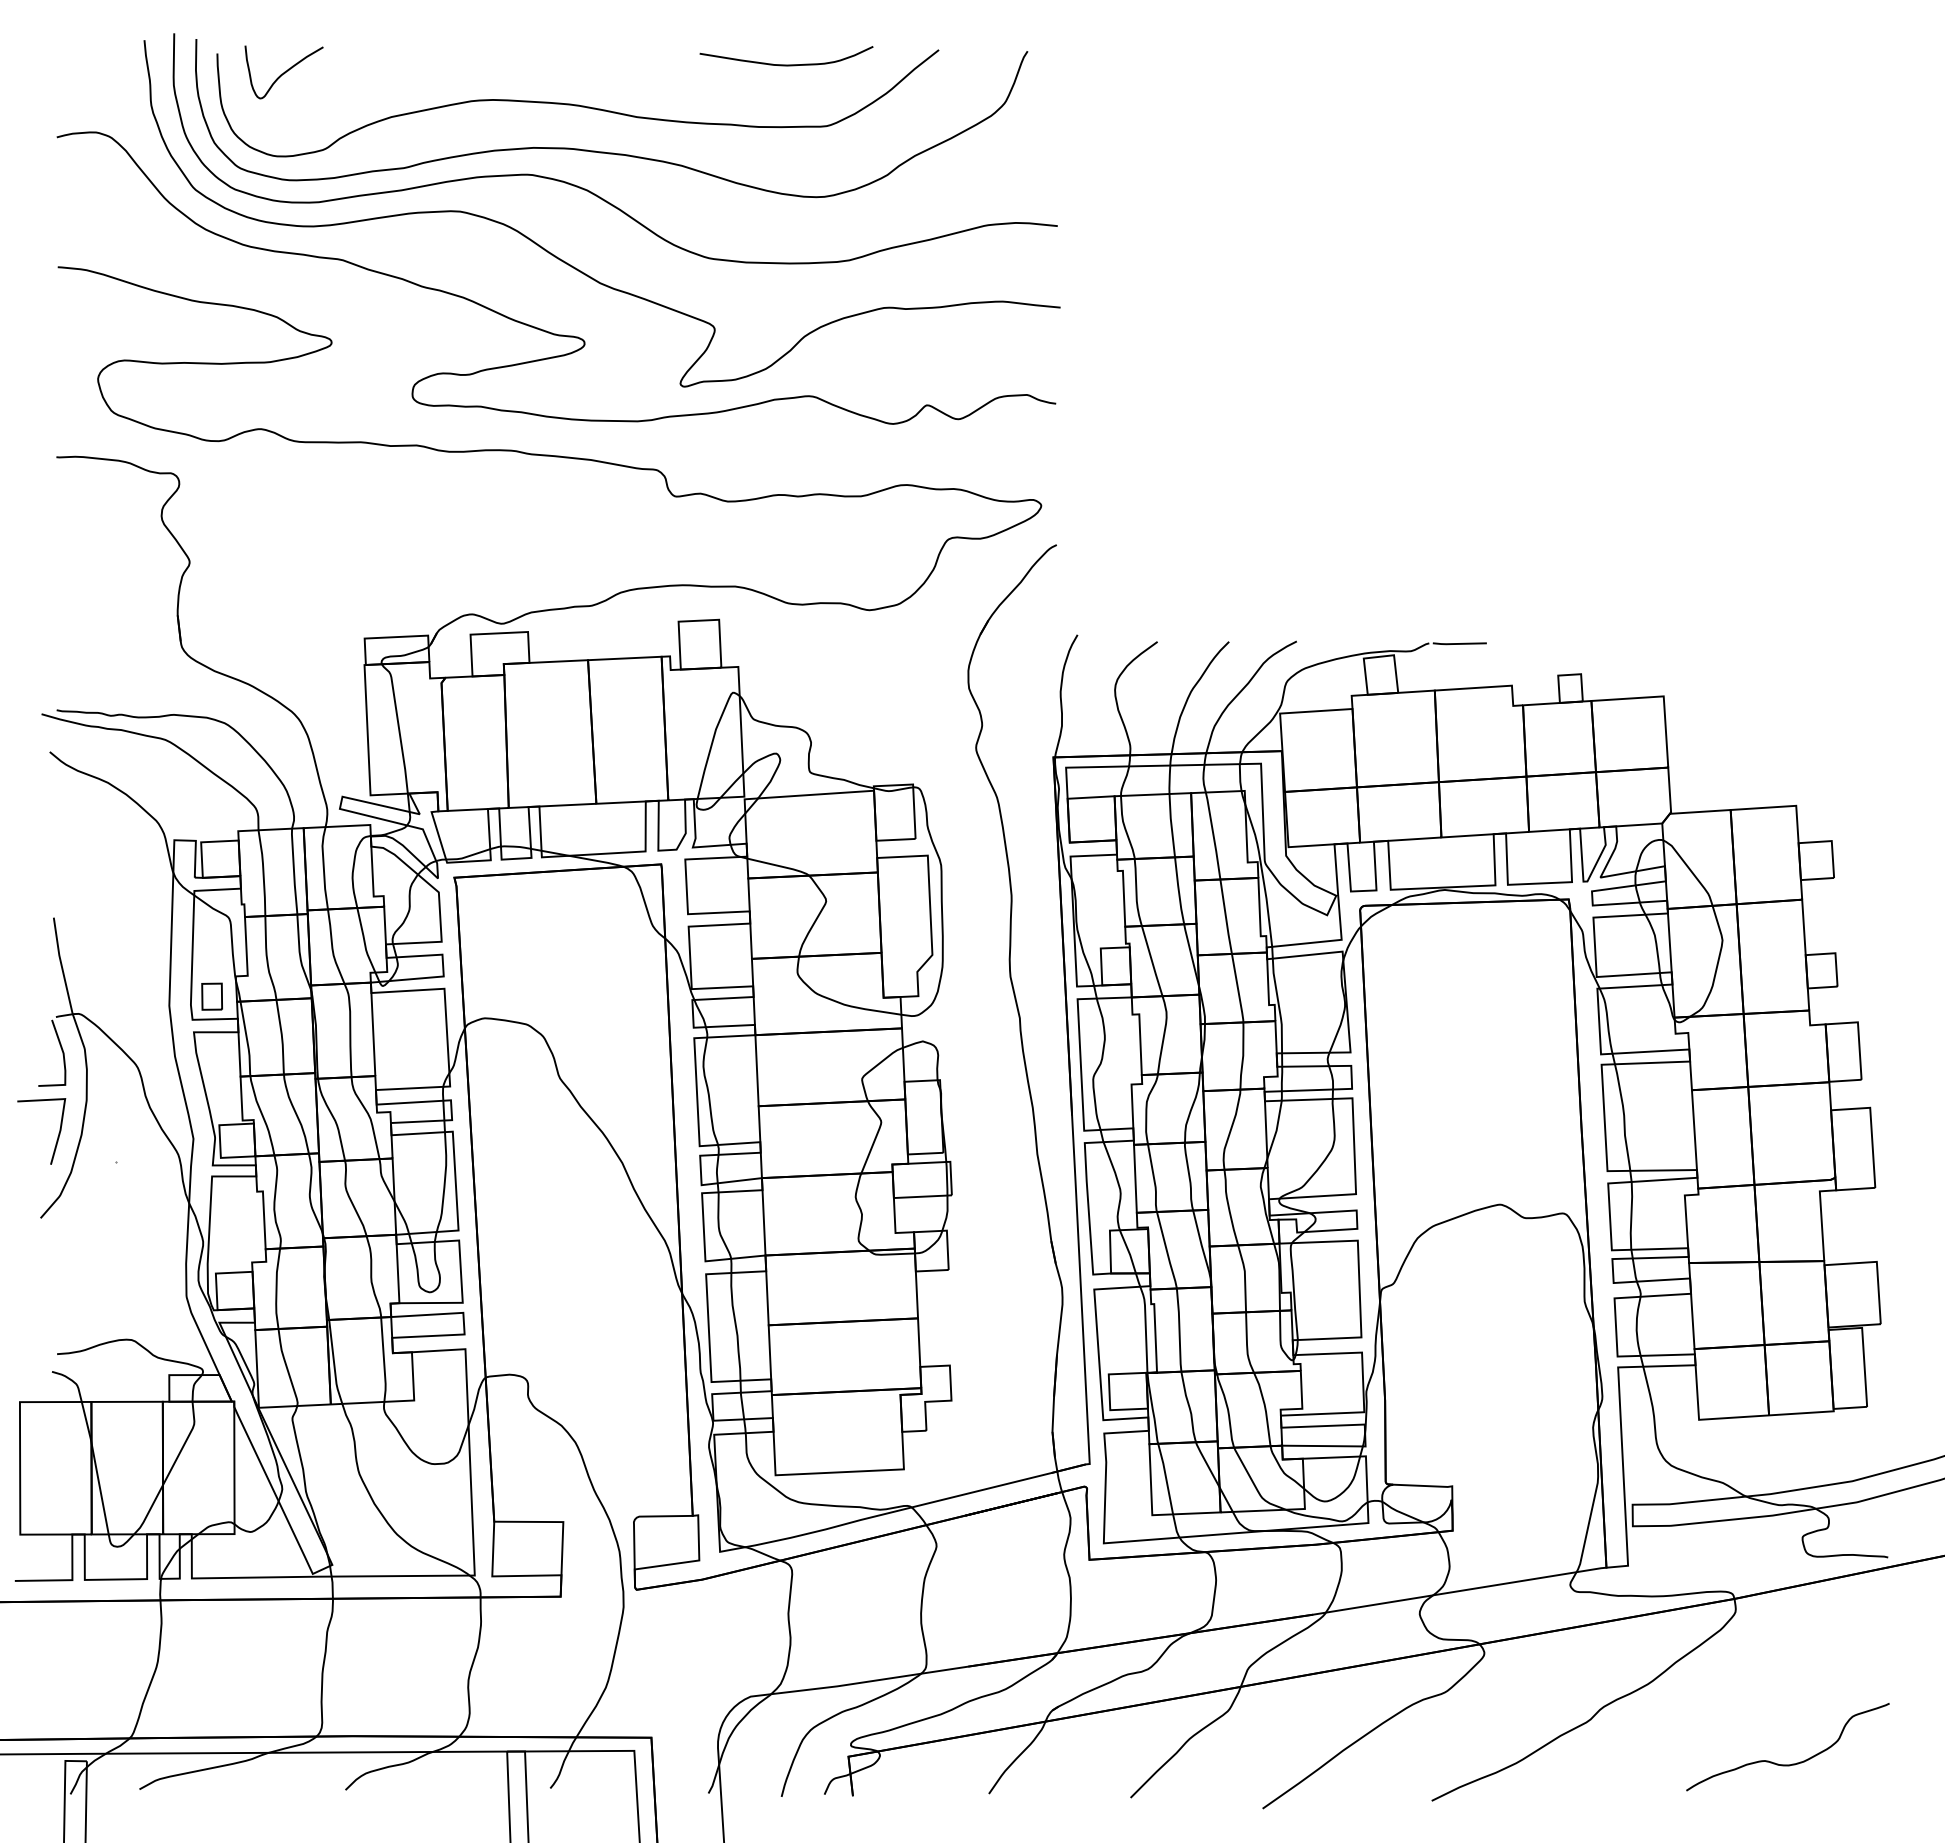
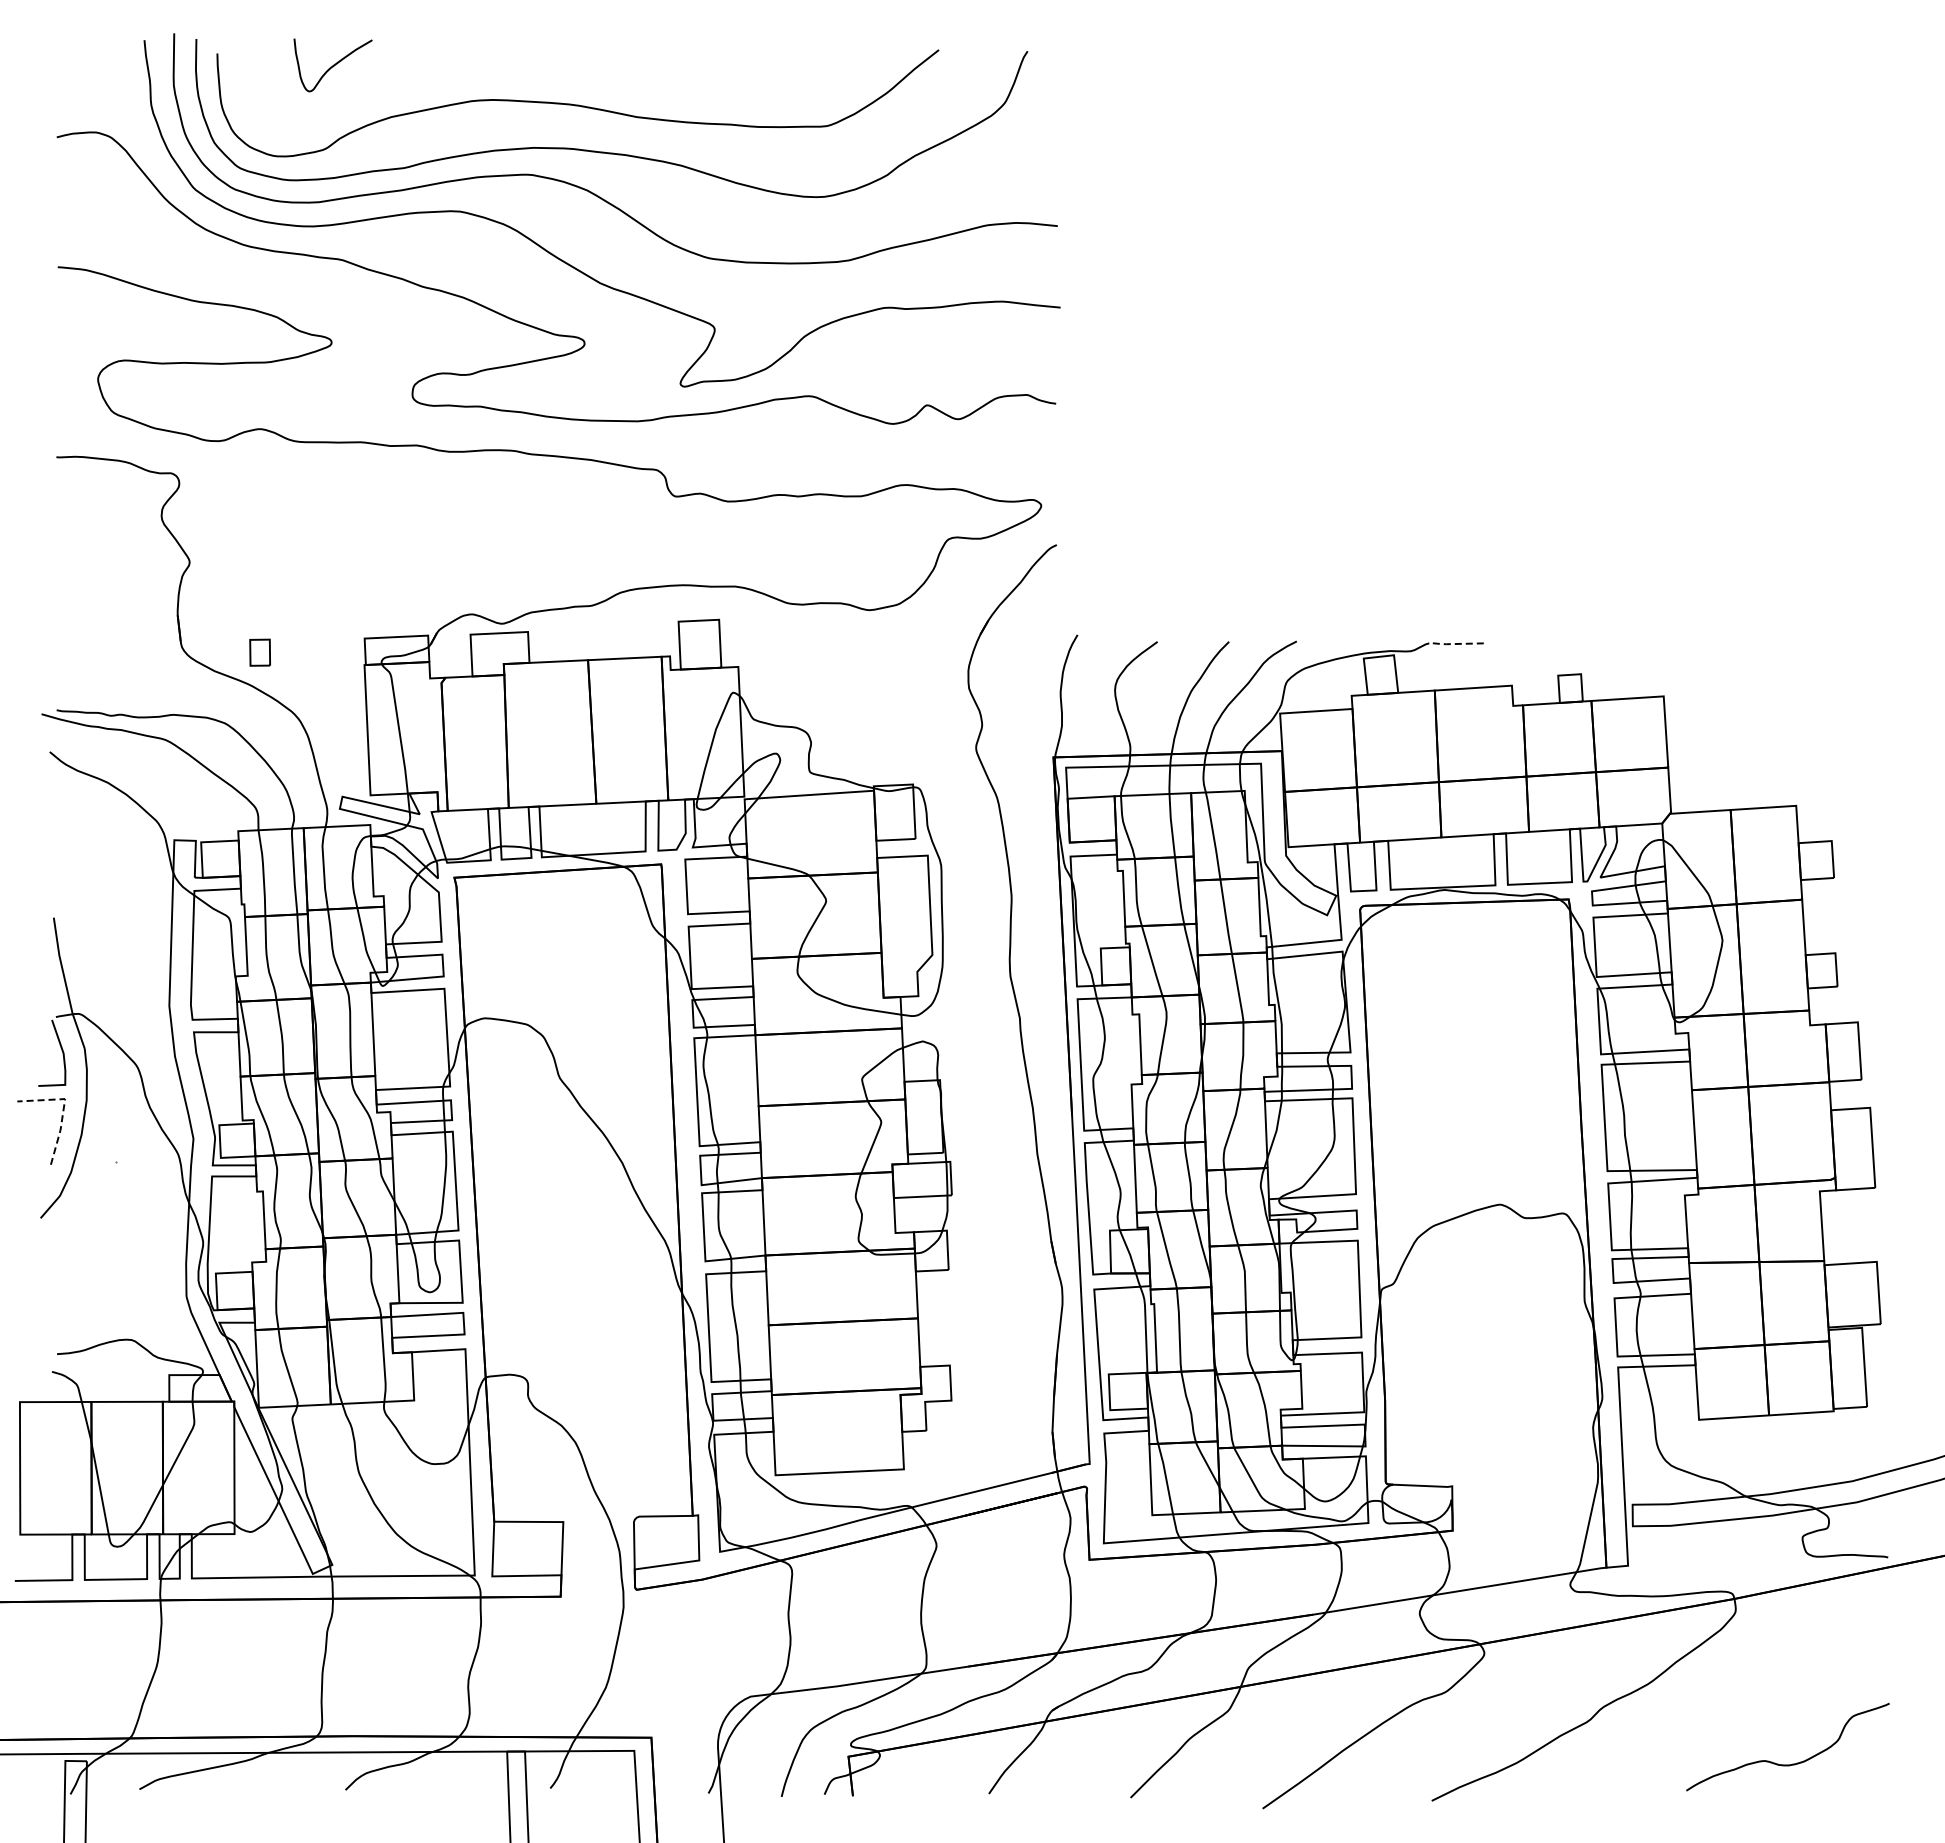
curve at (786, 64): present -> none
curve at (283, 72) position: (283, 72) -> (332, 65)
line at (1459, 643): solid -> dashed
part at (211, 996) position: (211, 996) -> (259, 652)
line at (63, 1108): solid -> dashed
